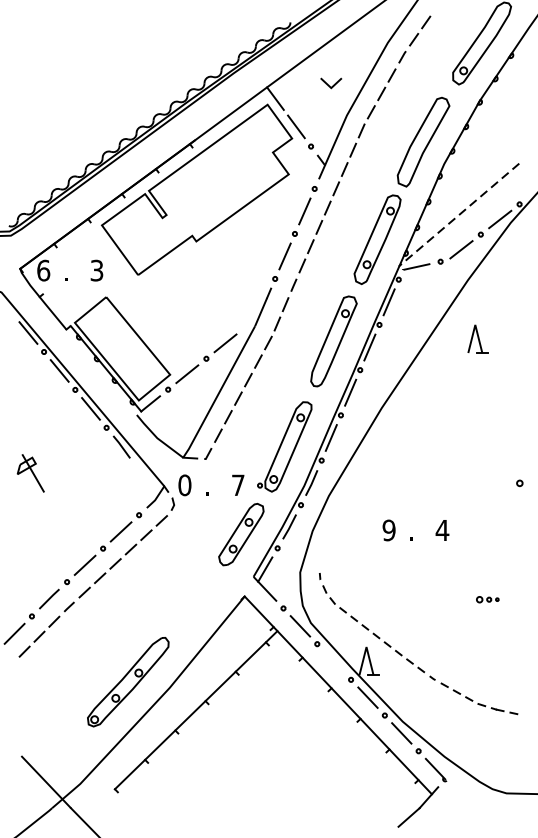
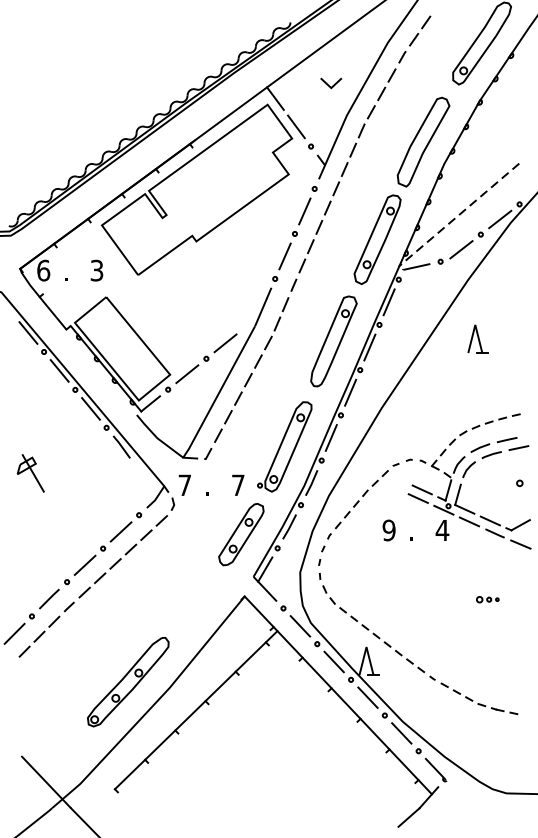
text at (184, 485): 0 -> 7
part at (424, 489): none -> present
line at (333, 661): none -> present
